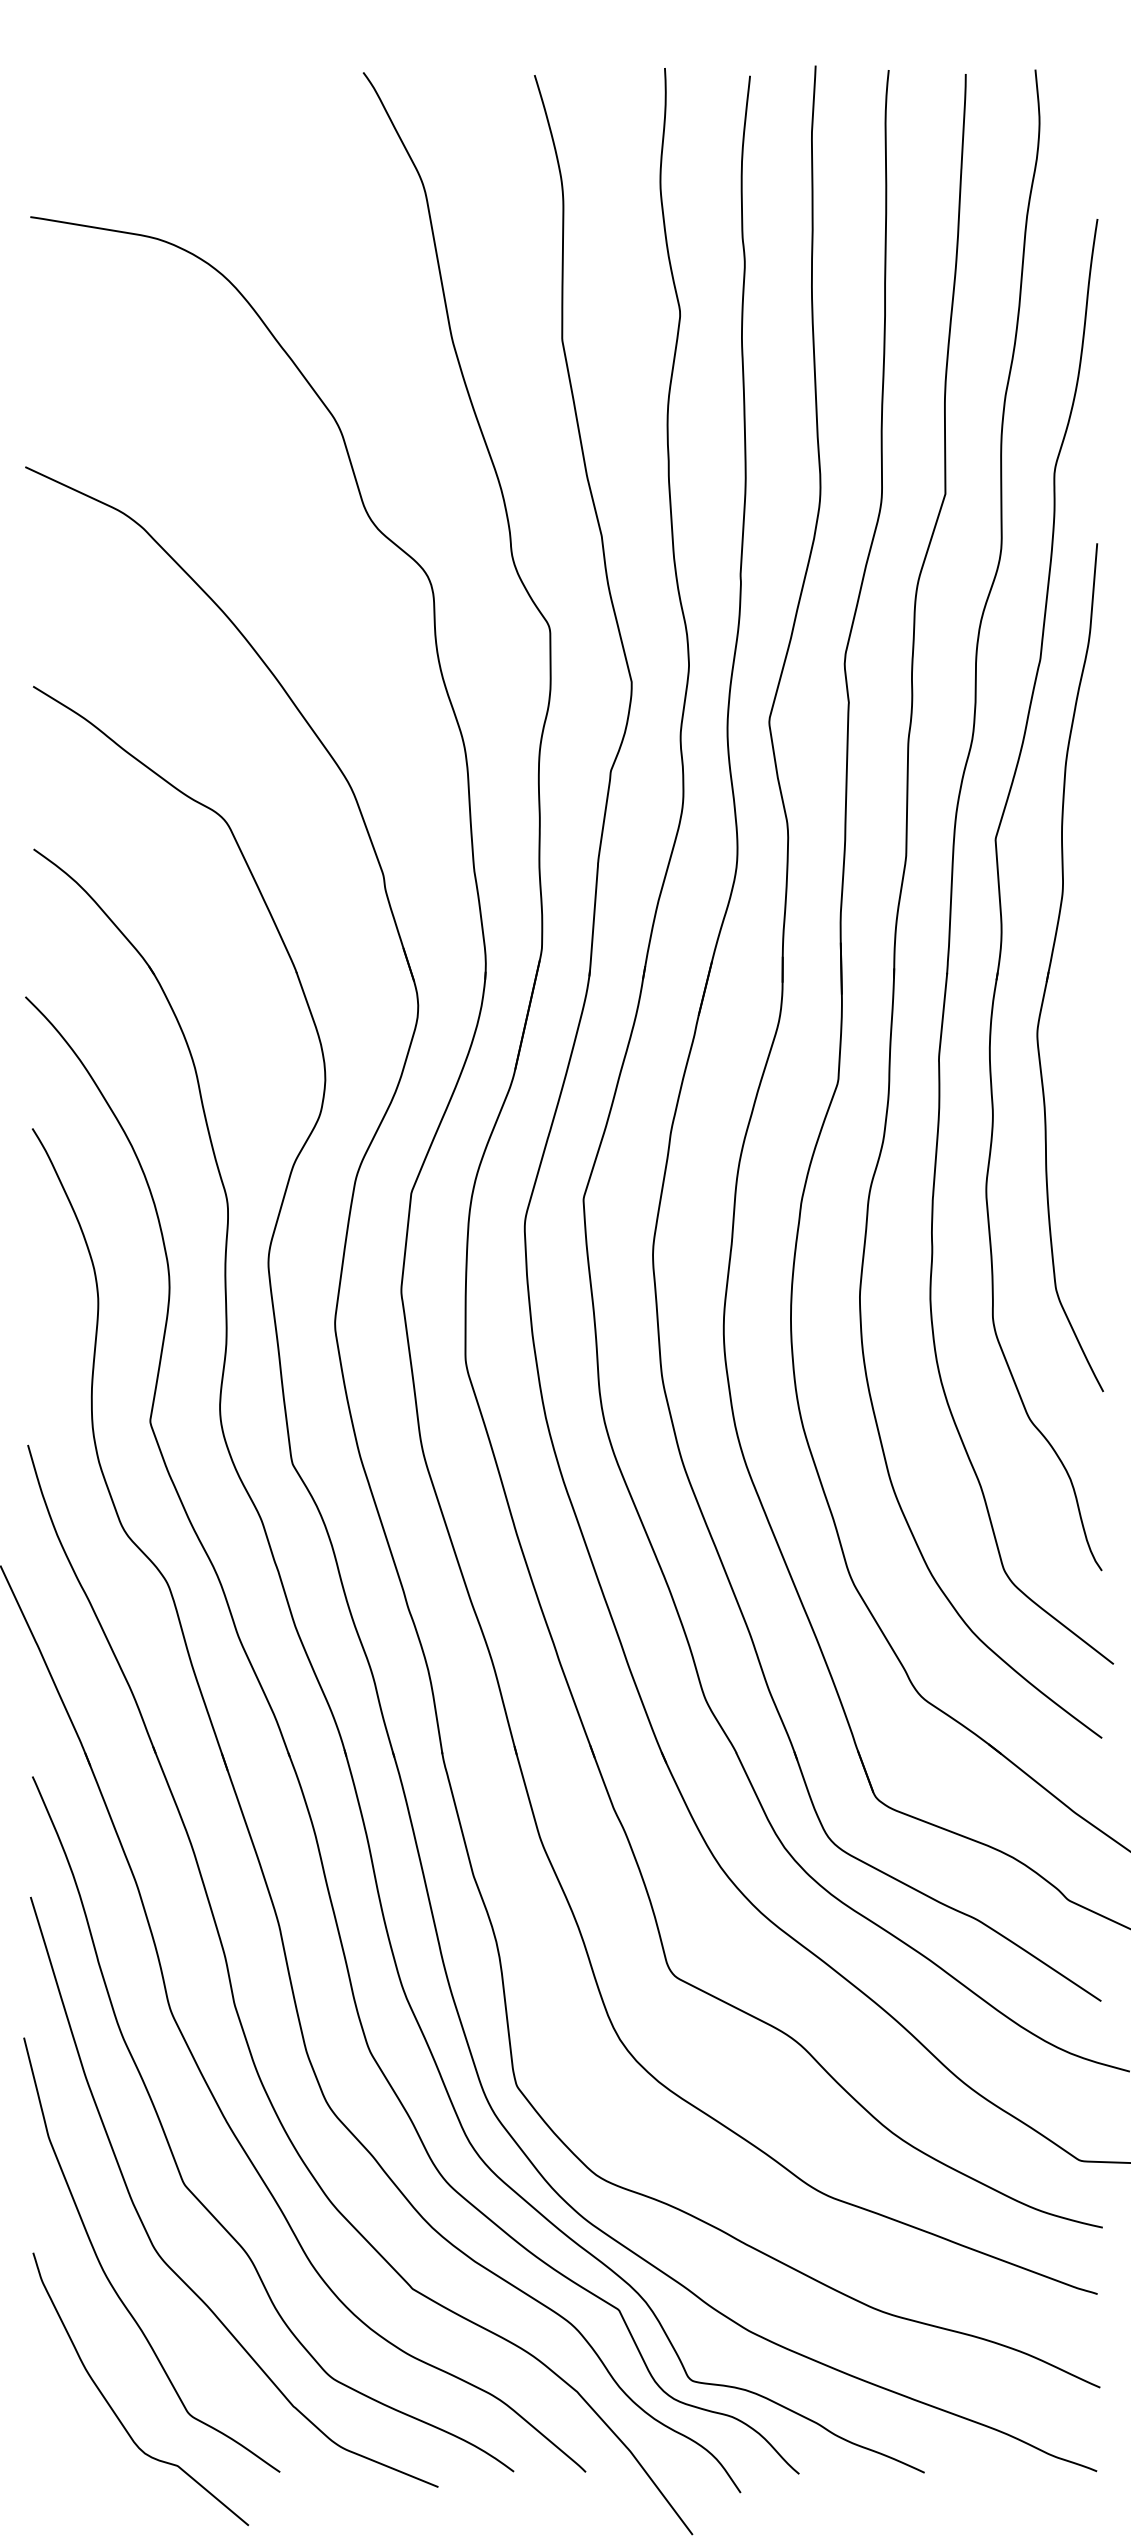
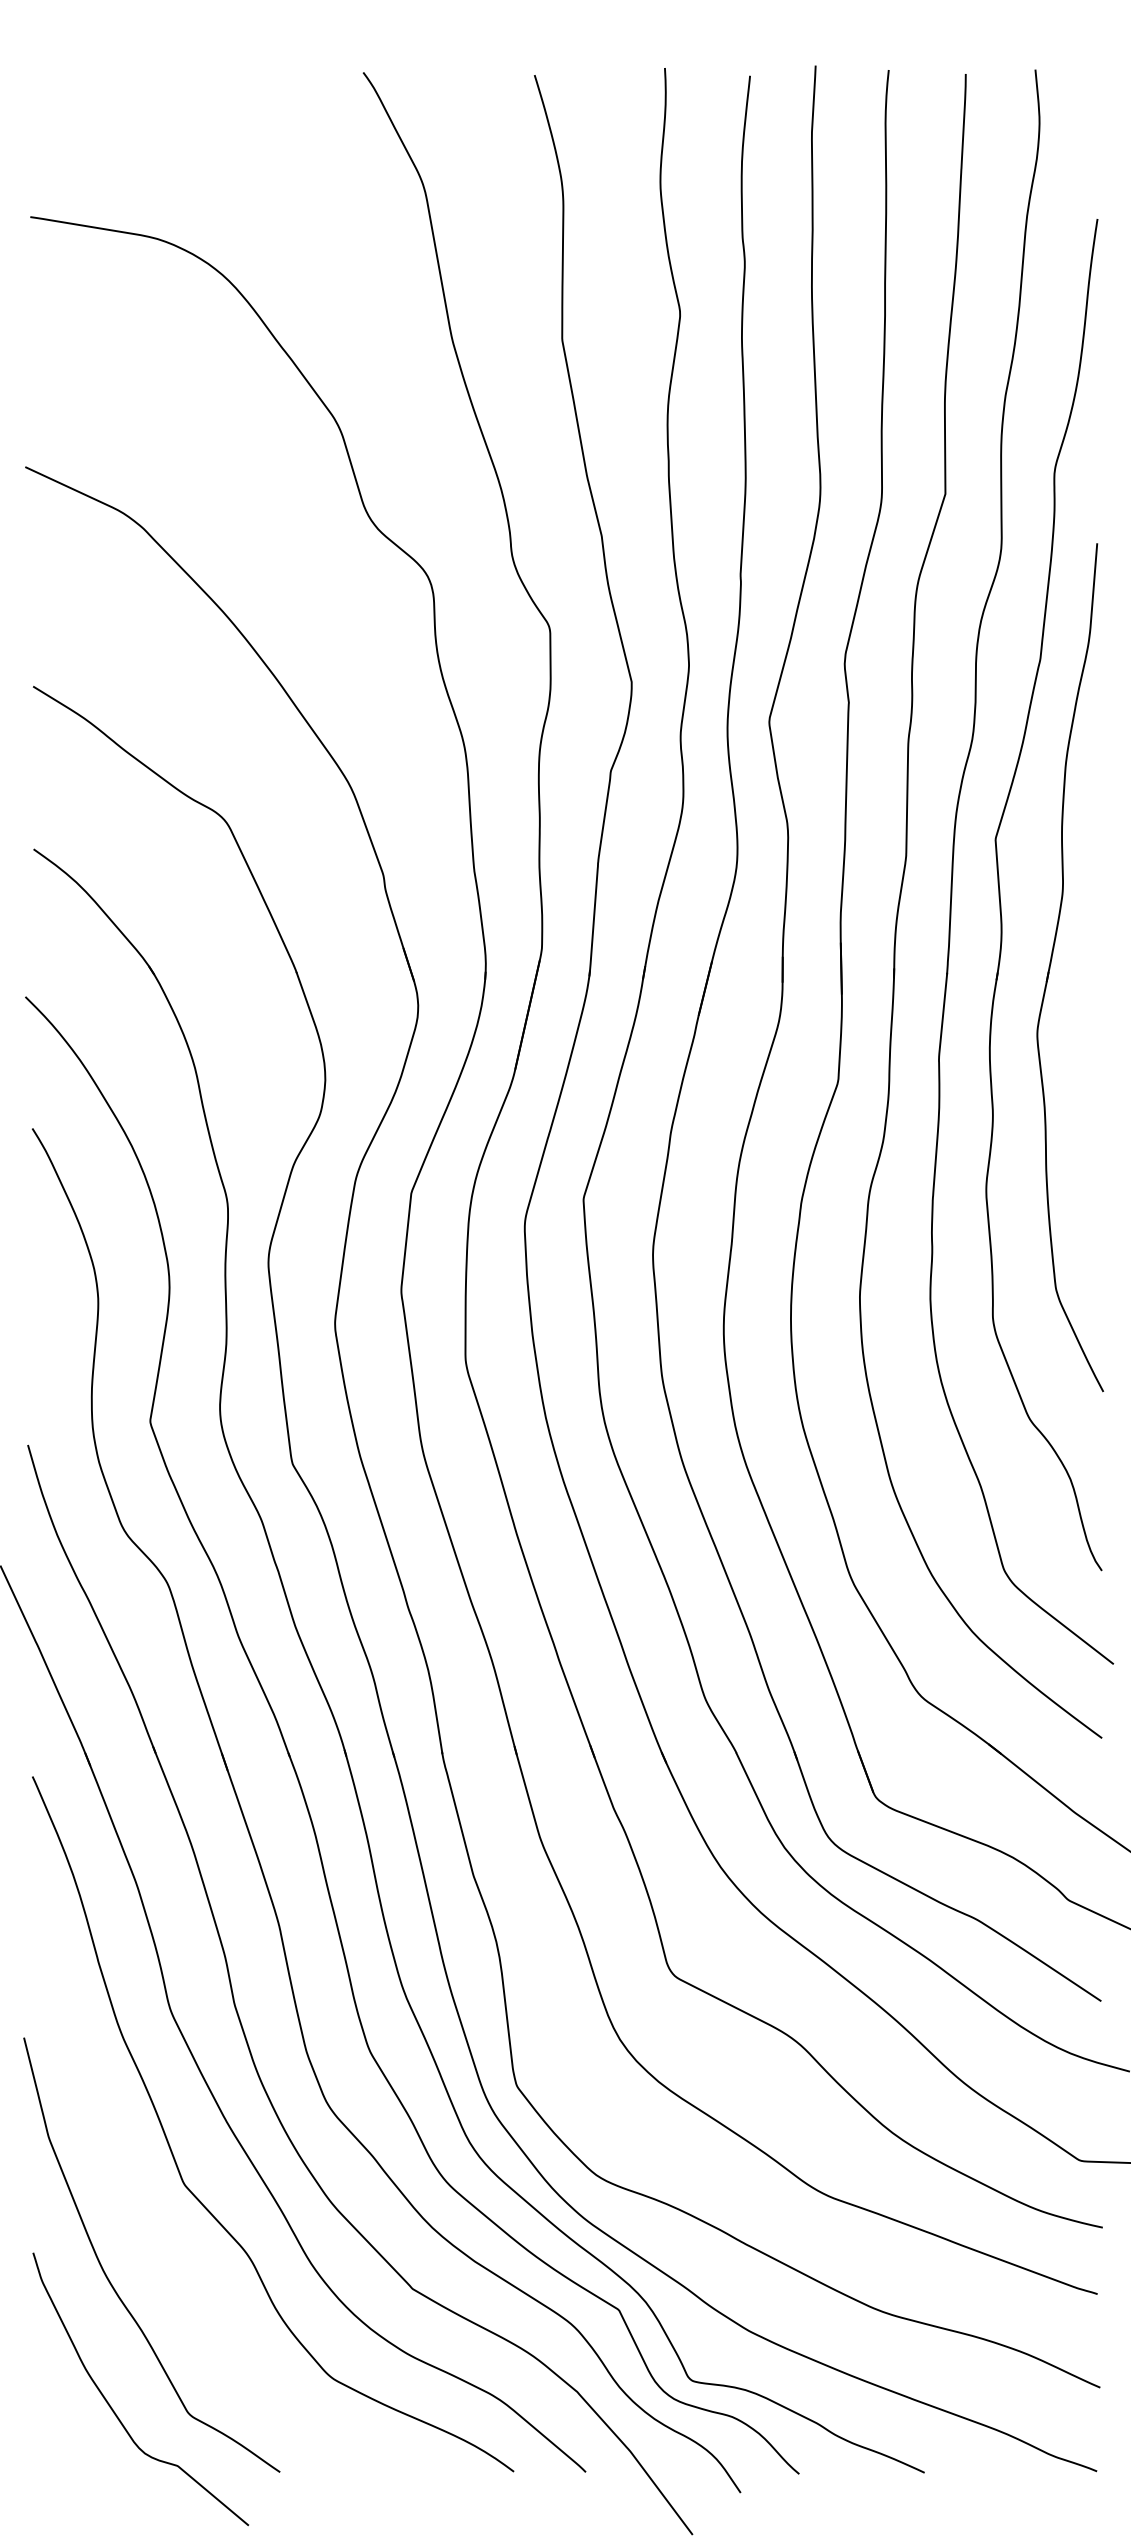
curve at (148, 2233): present -> none
